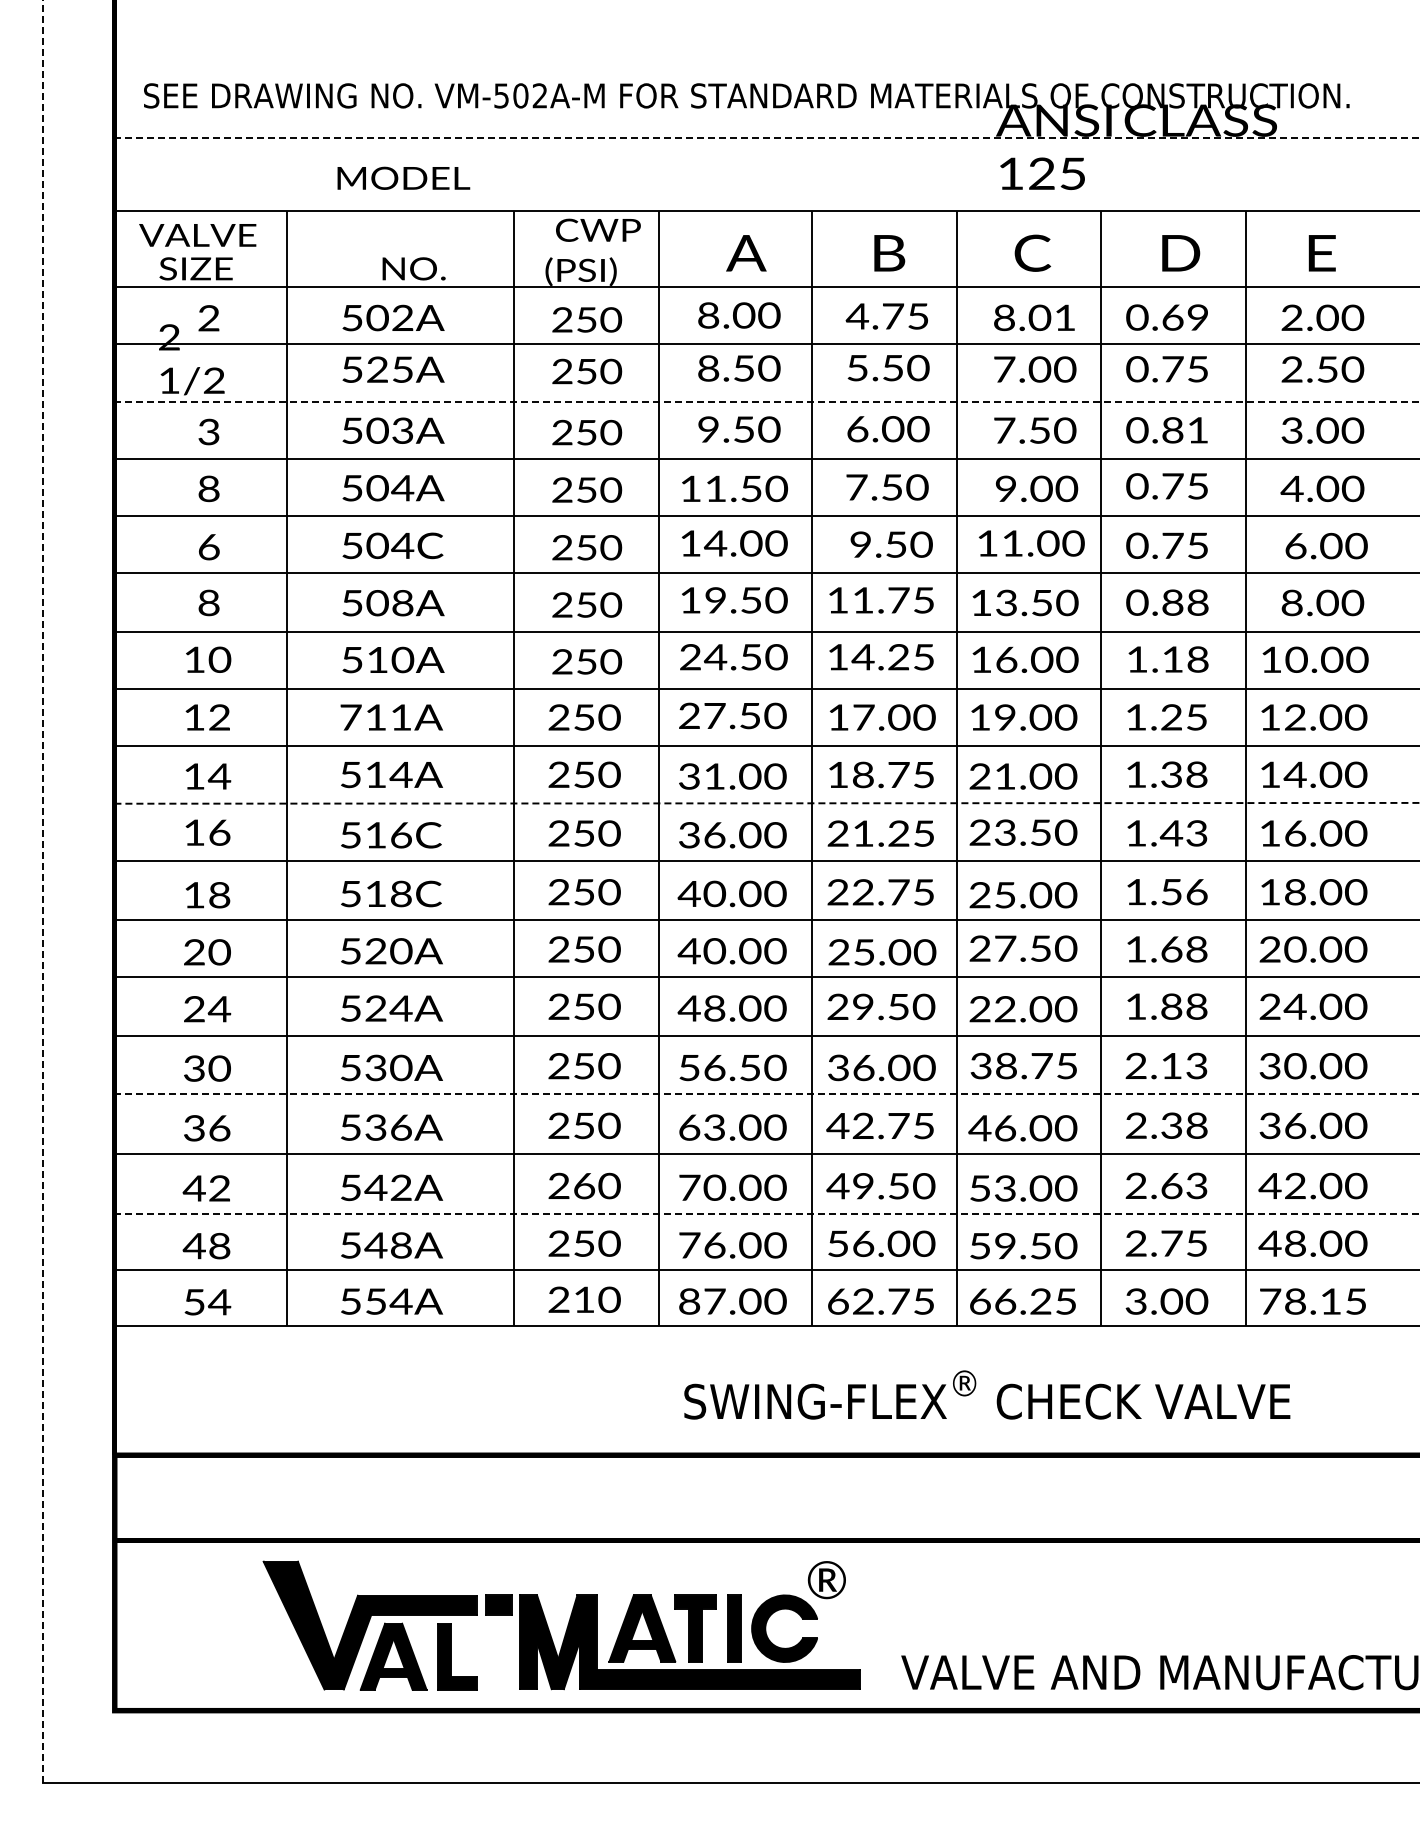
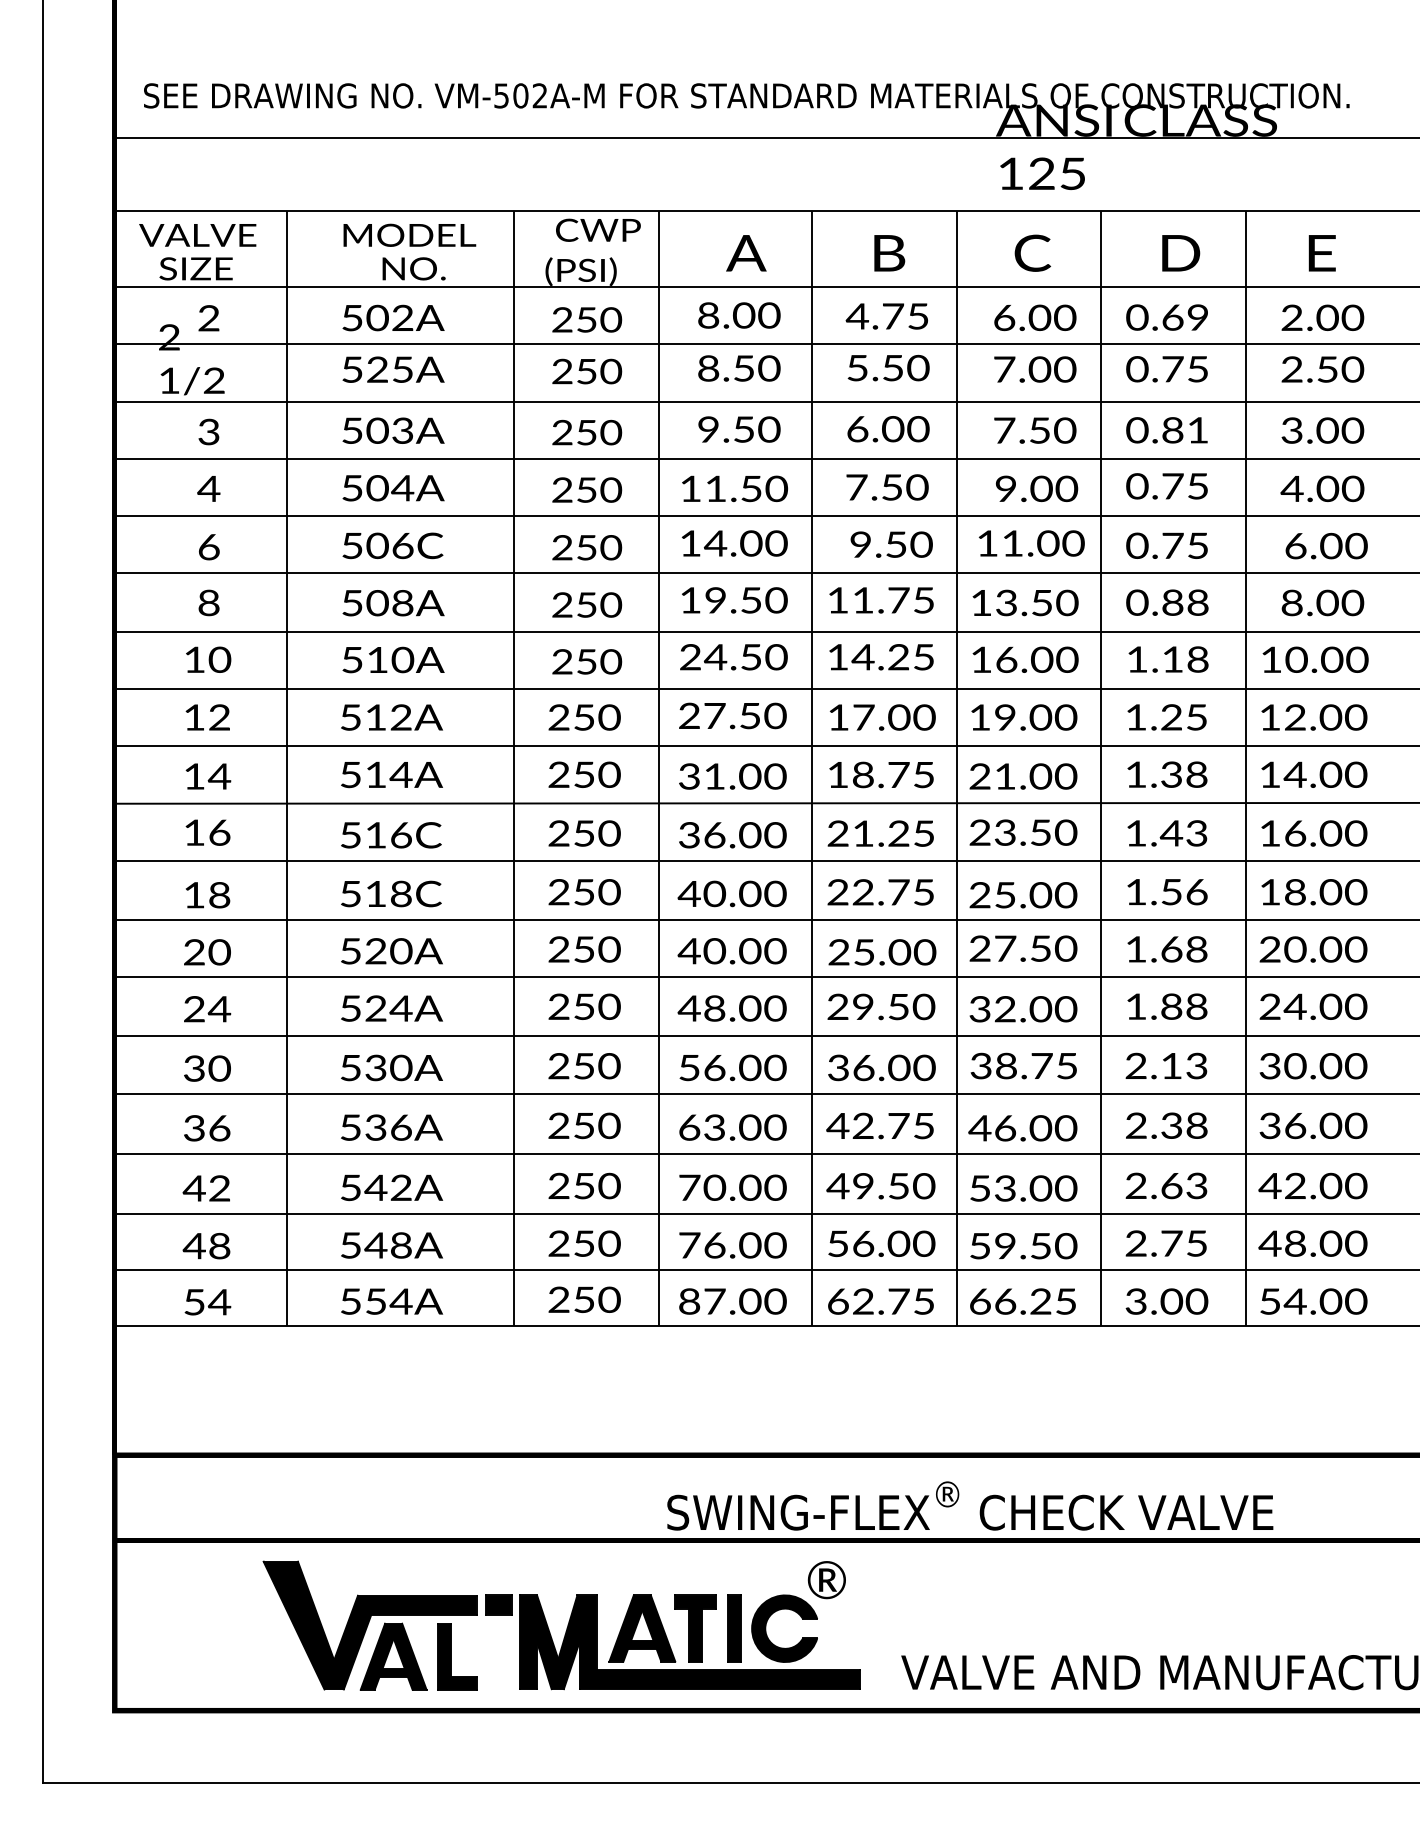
line at (767, 138): dashed -> solid
text at (403, 177) position: (403, 177) -> (409, 234)
text at (1035, 317): 8.01 -> 6.00
line at (767, 401): dashed -> solid
text at (208, 488): 8 -> 4
text at (402, 546): 504C -> 506C
text at (375, 717): 711A -> 512A
line at (767, 803): dashed -> solid
line at (42, 891): dashed -> solid
text at (979, 1009): 22.00 -> 32.00
text at (750, 1067): 56.50 -> 56.00
line at (767, 1094): dashed -> solid
text at (584, 1186): 260 -> 250
line at (767, 1213): dashed -> solid
text at (583, 1299): 210 -> 250
text at (1313, 1301): 78.15 -> 54.00
text at (987, 1394) position: (987, 1394) -> (970, 1505)
